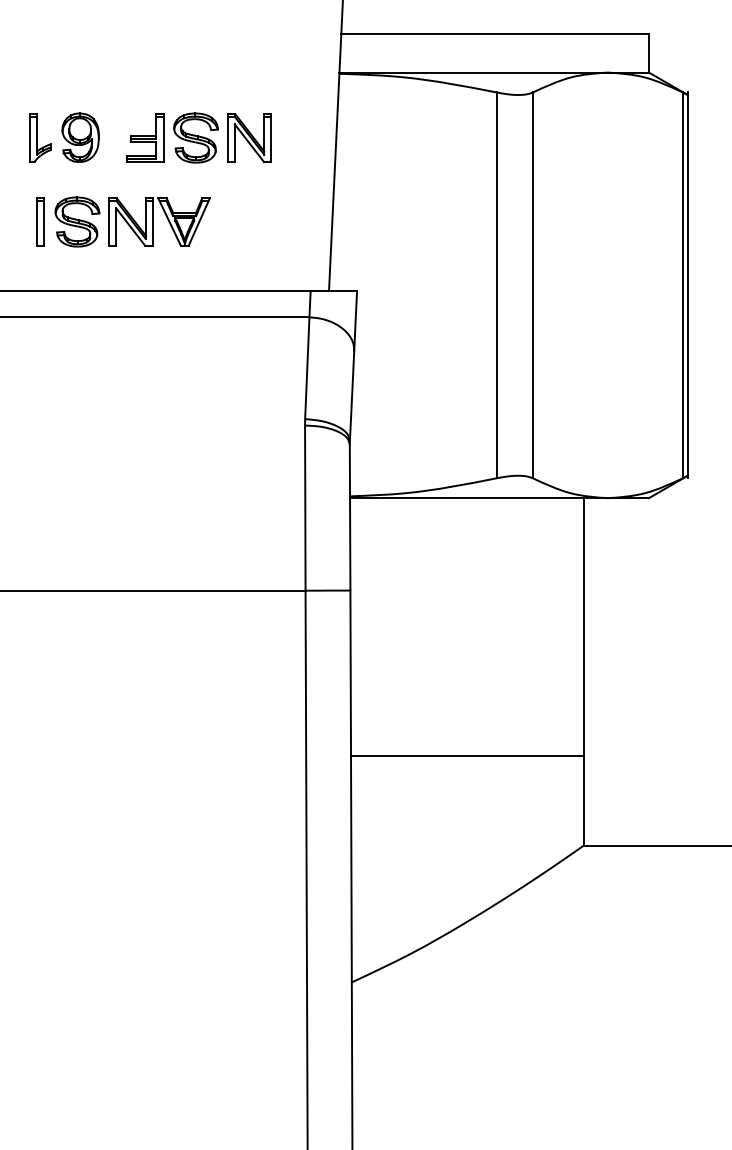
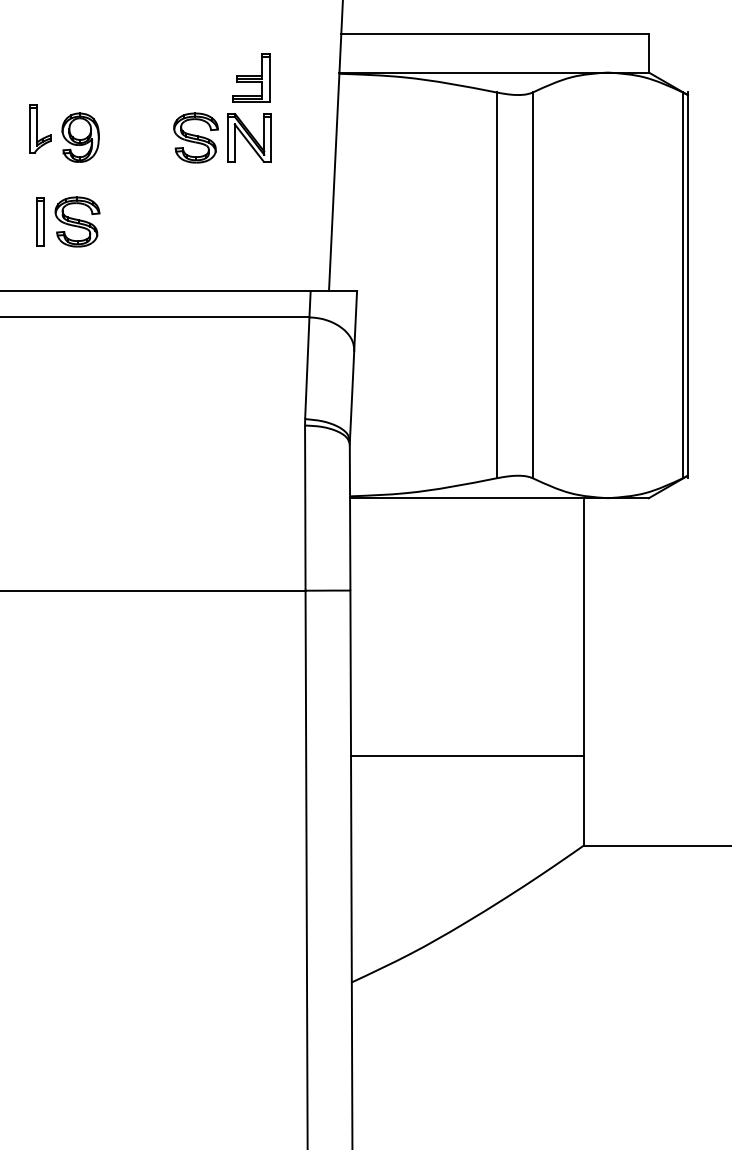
part at (40, 137) position: (40, 137) -> (40, 128)
part at (145, 137) position: (145, 137) -> (251, 77)
part at (159, 221): present -> none
